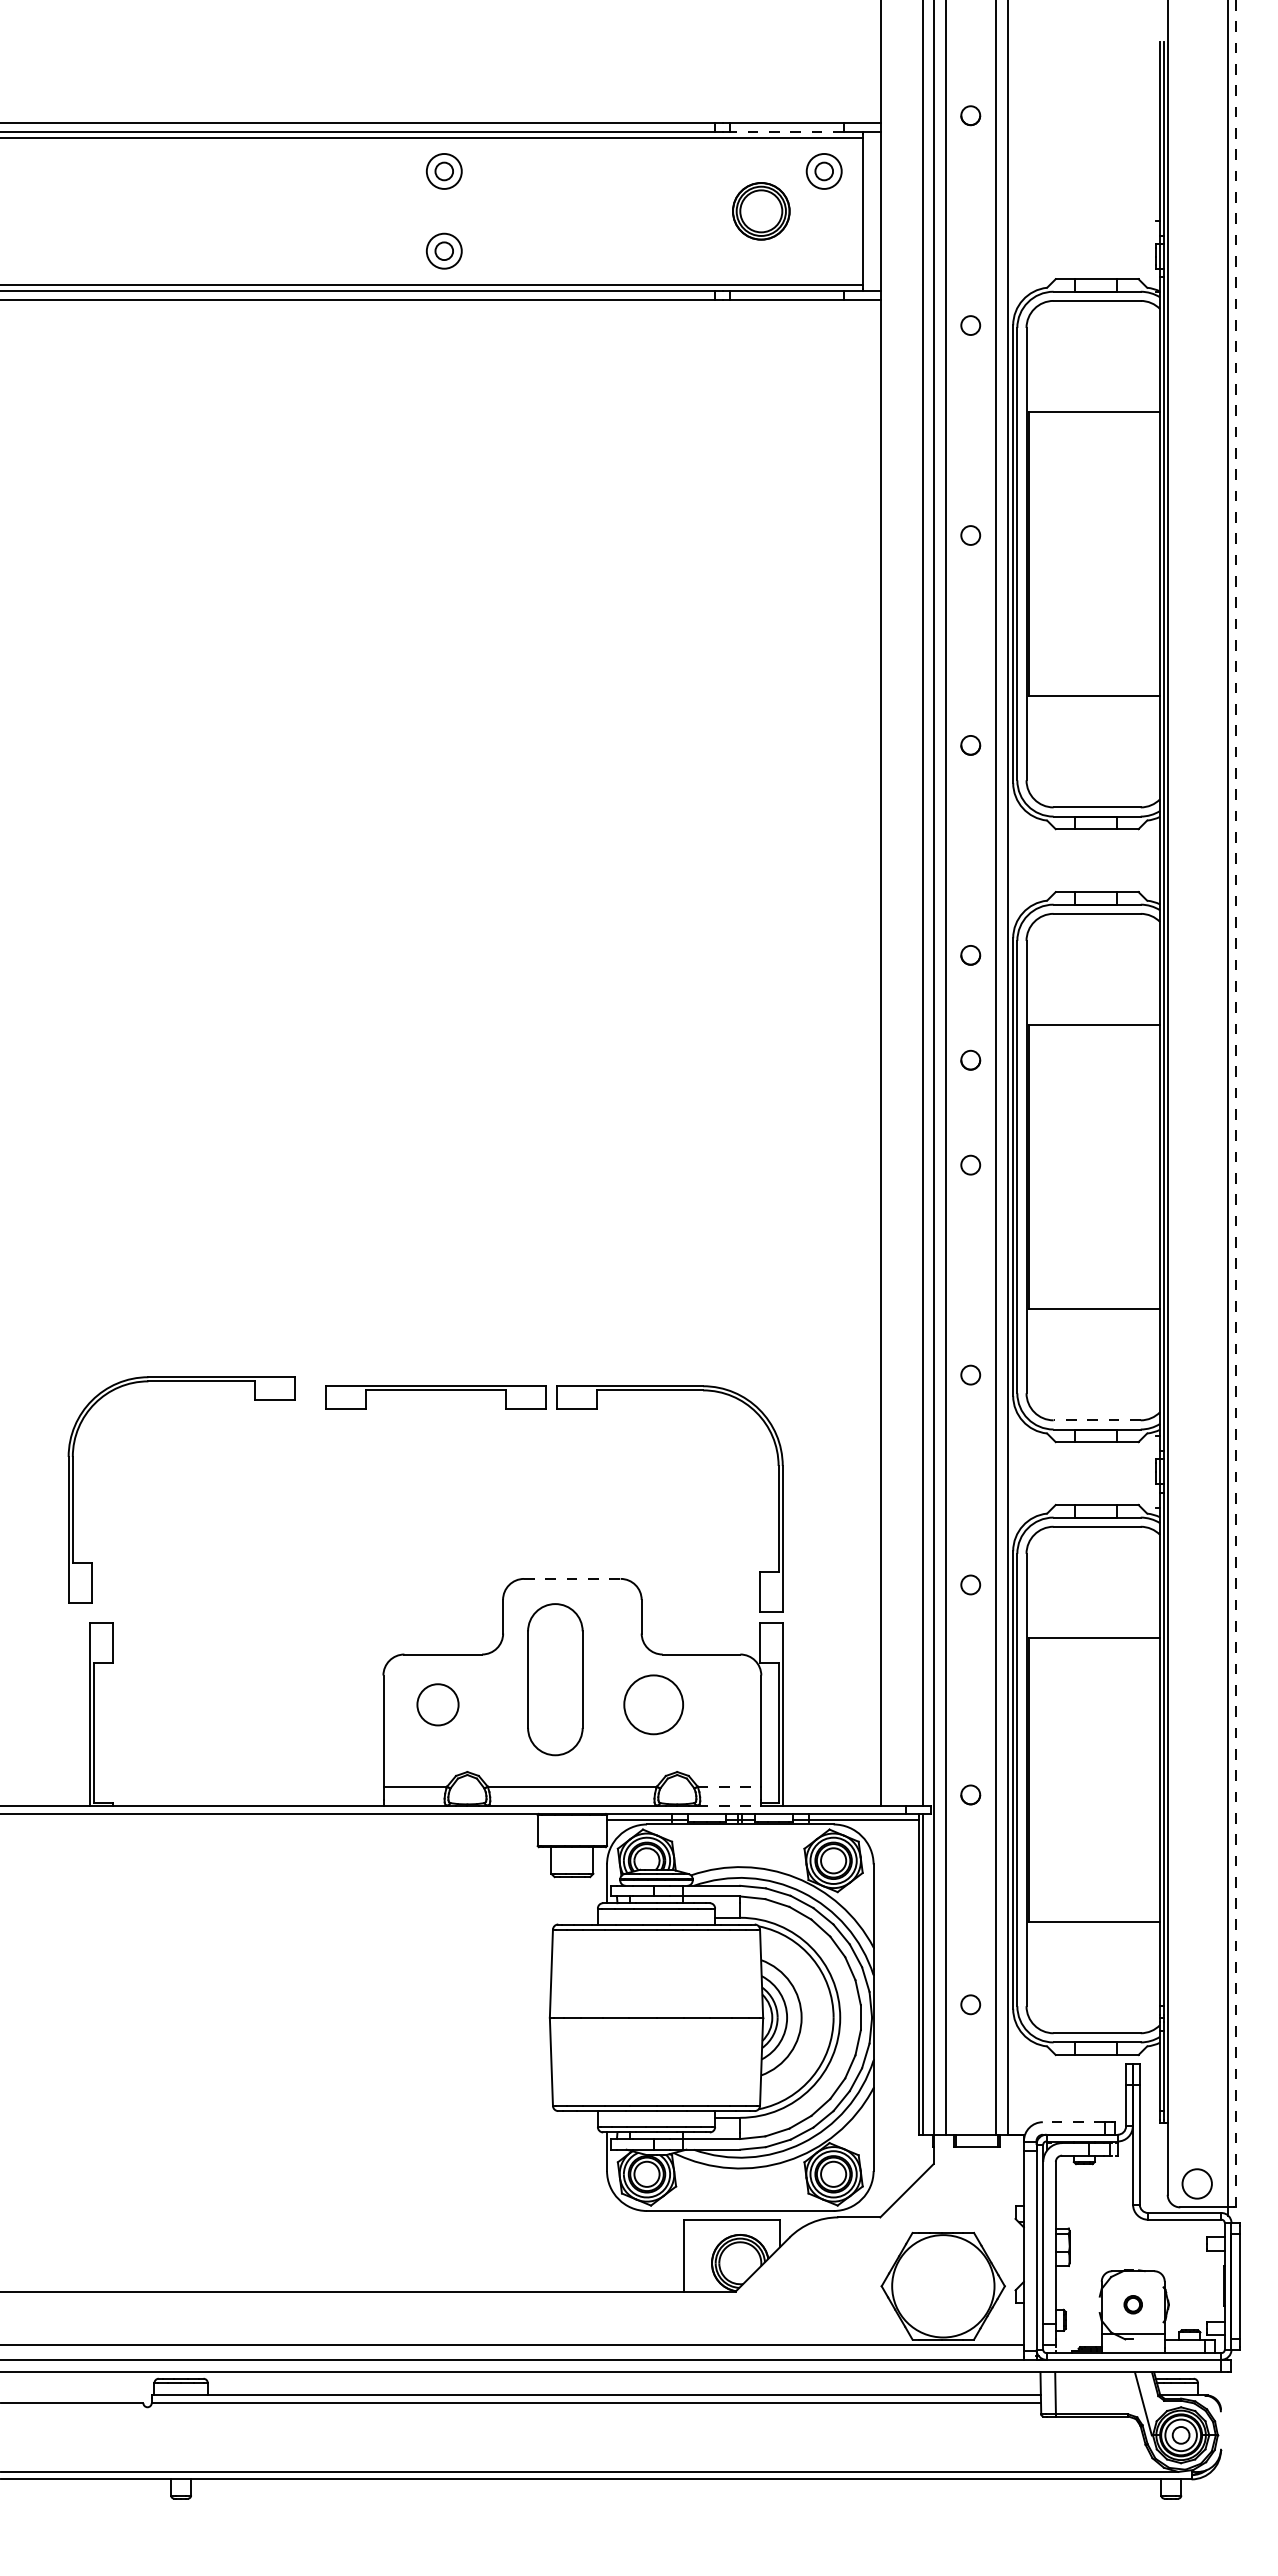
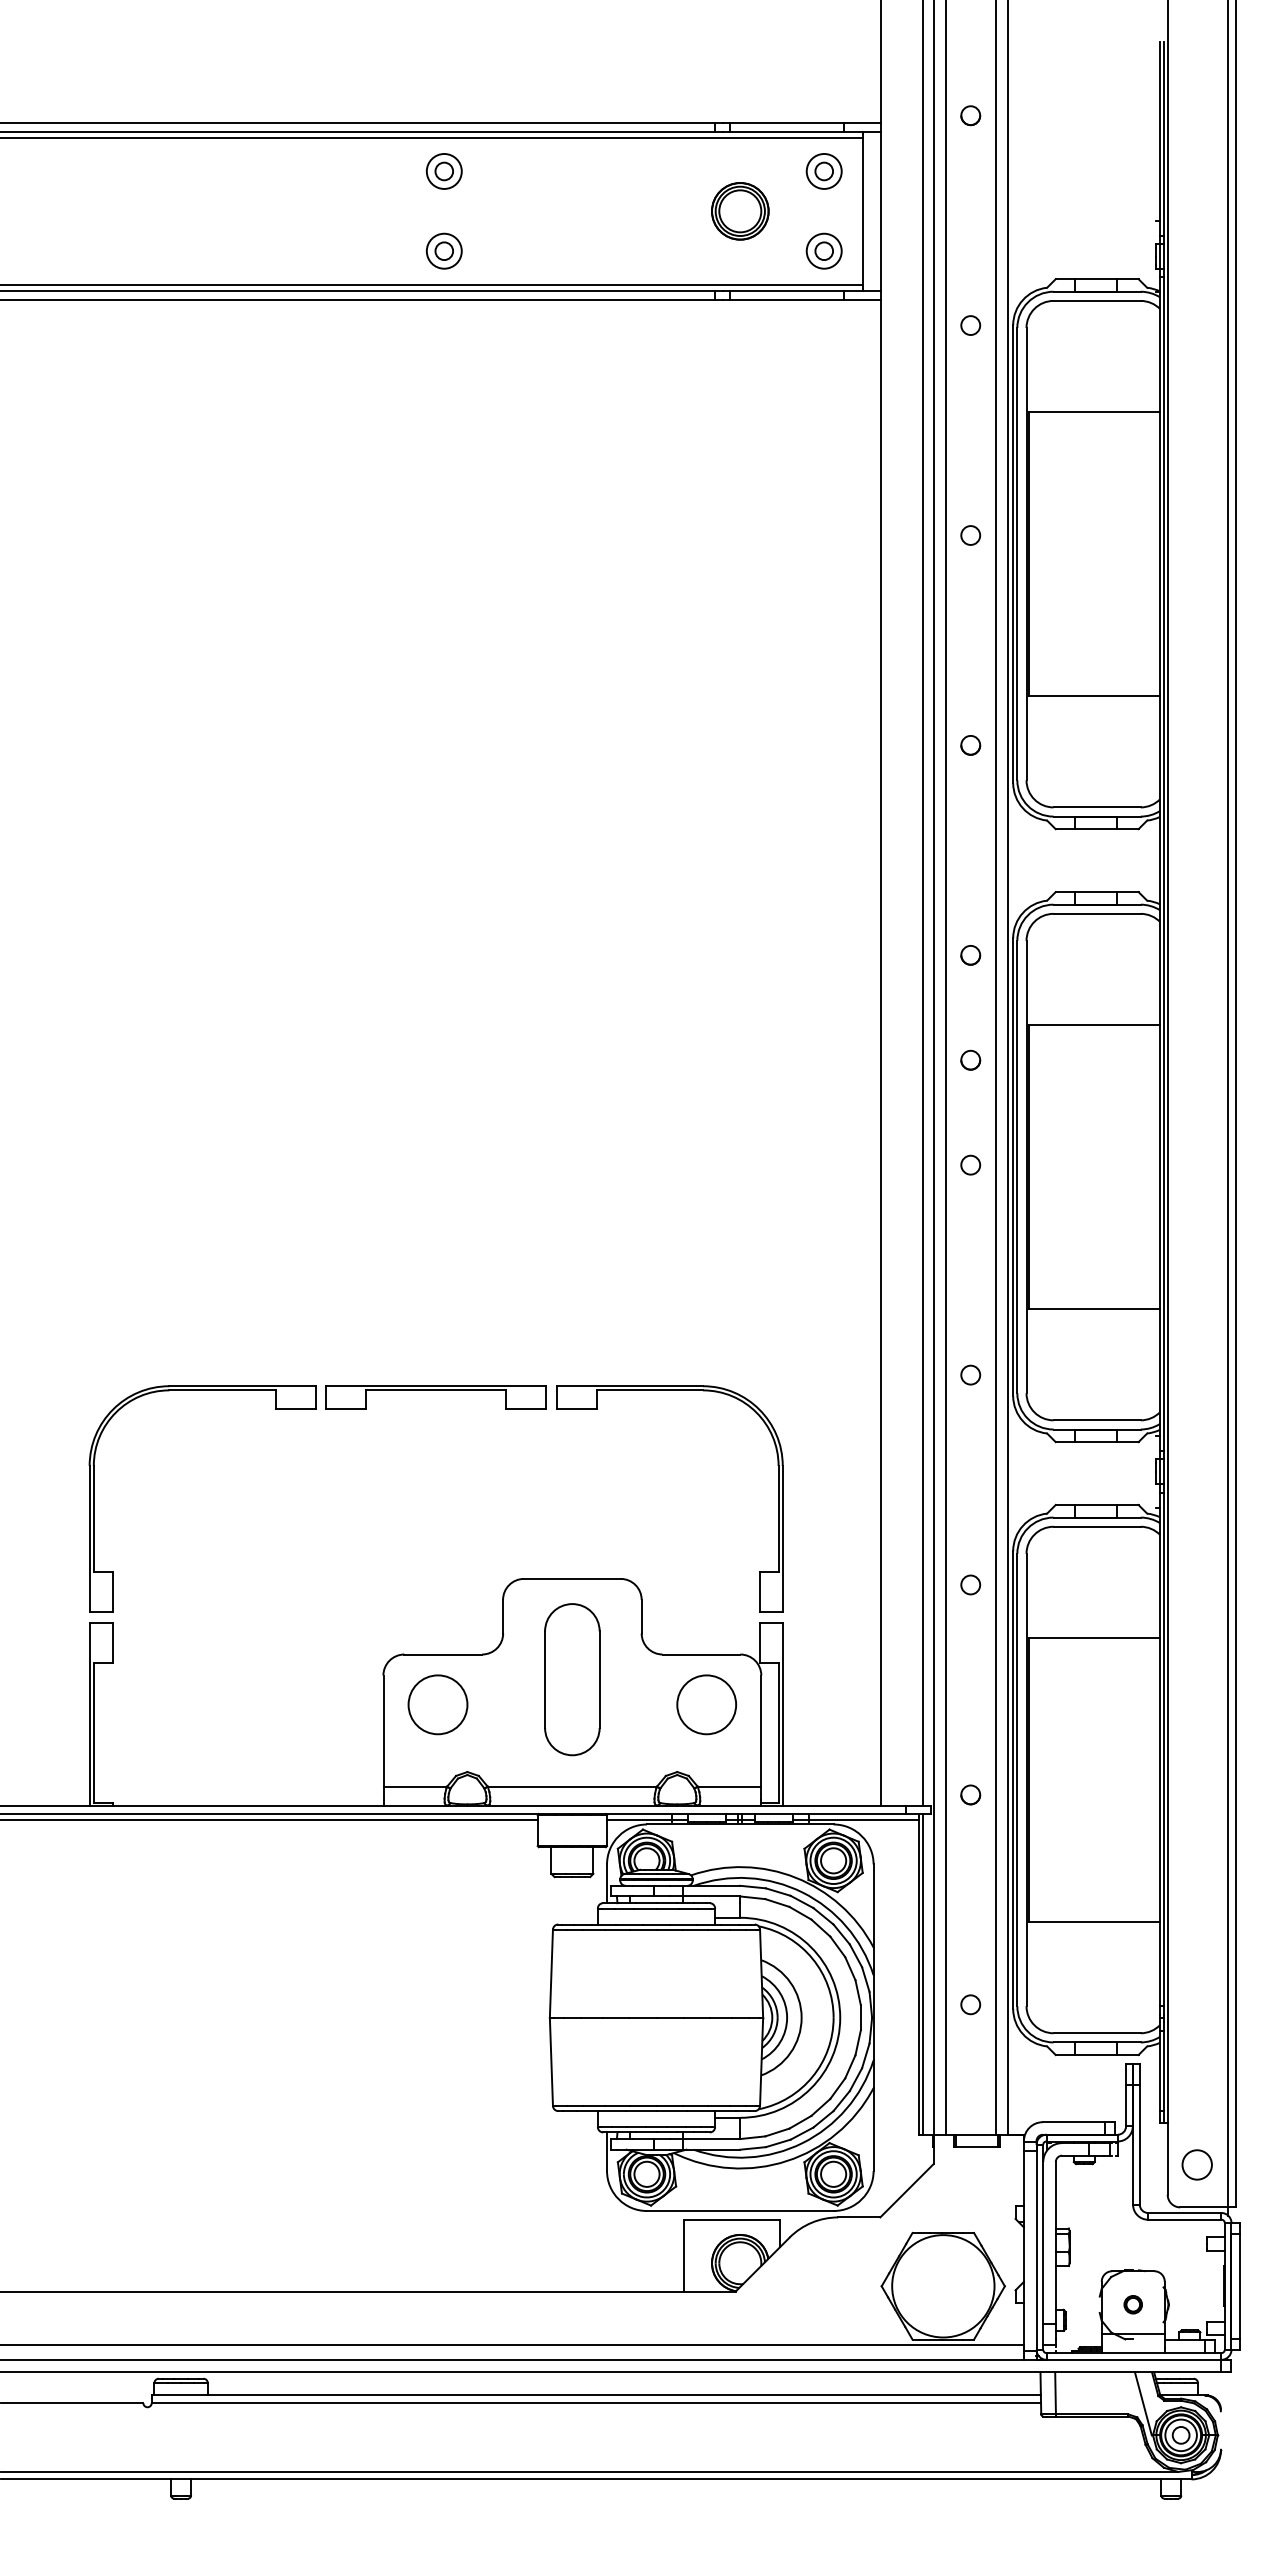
line at (786, 131): dashed -> solid
part at (761, 211) position: (761, 211) -> (740, 211)
part at (823, 250): none -> present
line at (1235, 1103): dashed -> solid
part at (181, 1381) position: (181, 1381) -> (202, 1390)
line at (1097, 1420): dashed -> solid
line at (572, 1578): dashed -> solid
part at (555, 1679) position: (555, 1679) -> (572, 1679)
circle at (437, 1704) diameter: 41 px -> 59 px
circle at (653, 1704) position: (653, 1704) -> (706, 1704)
line at (729, 1786): dashed -> solid
line at (729, 1805): dashed -> solid
line at (269, 1820): none -> present
line at (1073, 2122): dashed -> solid
circle at (1196, 2183) position: (1196, 2183) -> (1196, 2164)
